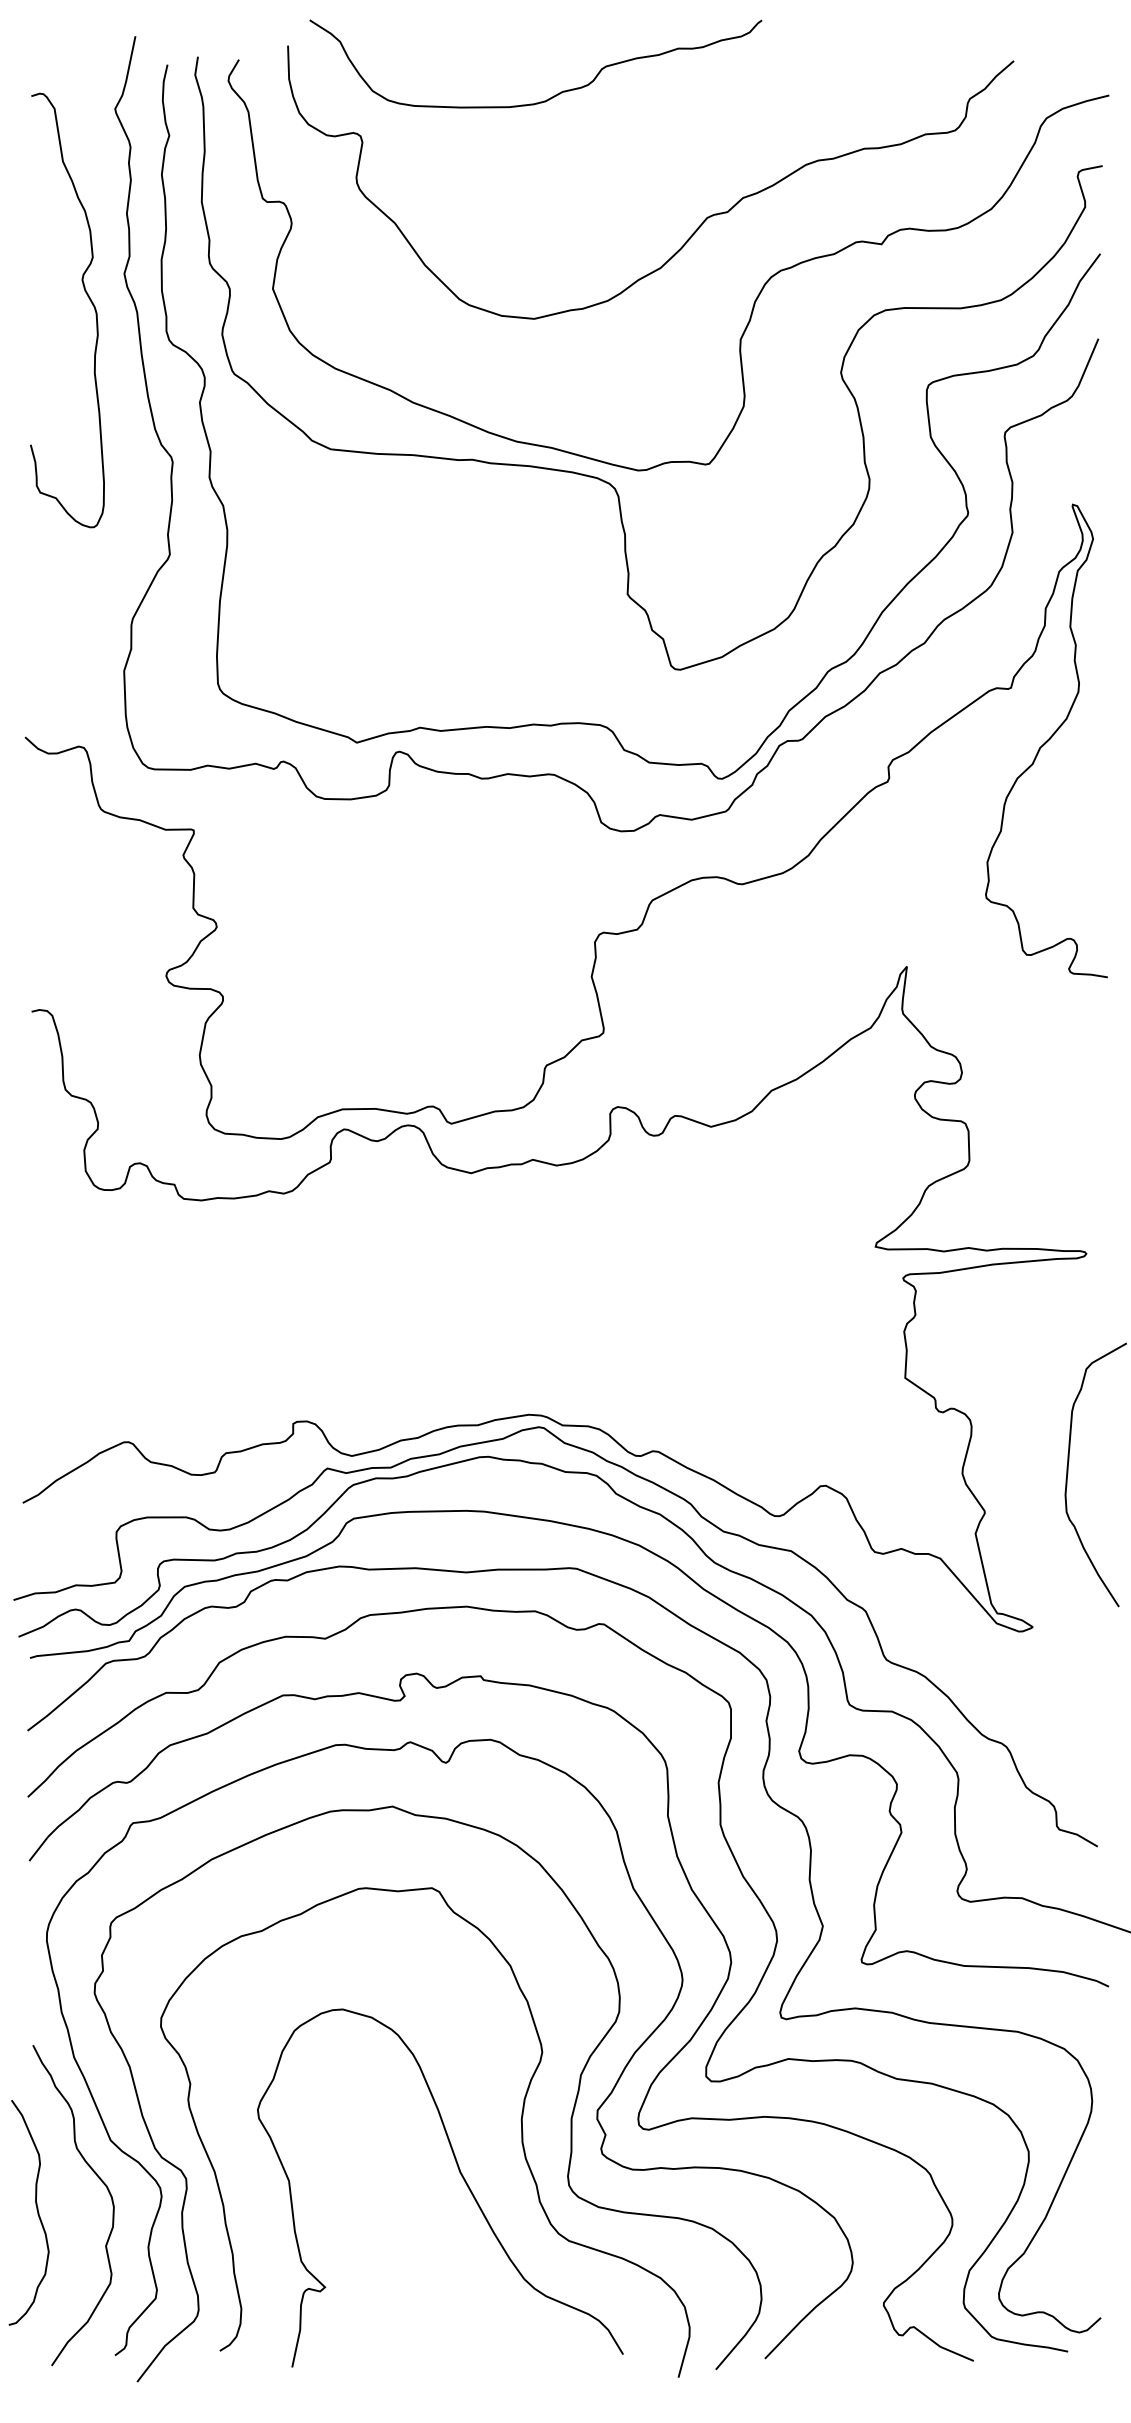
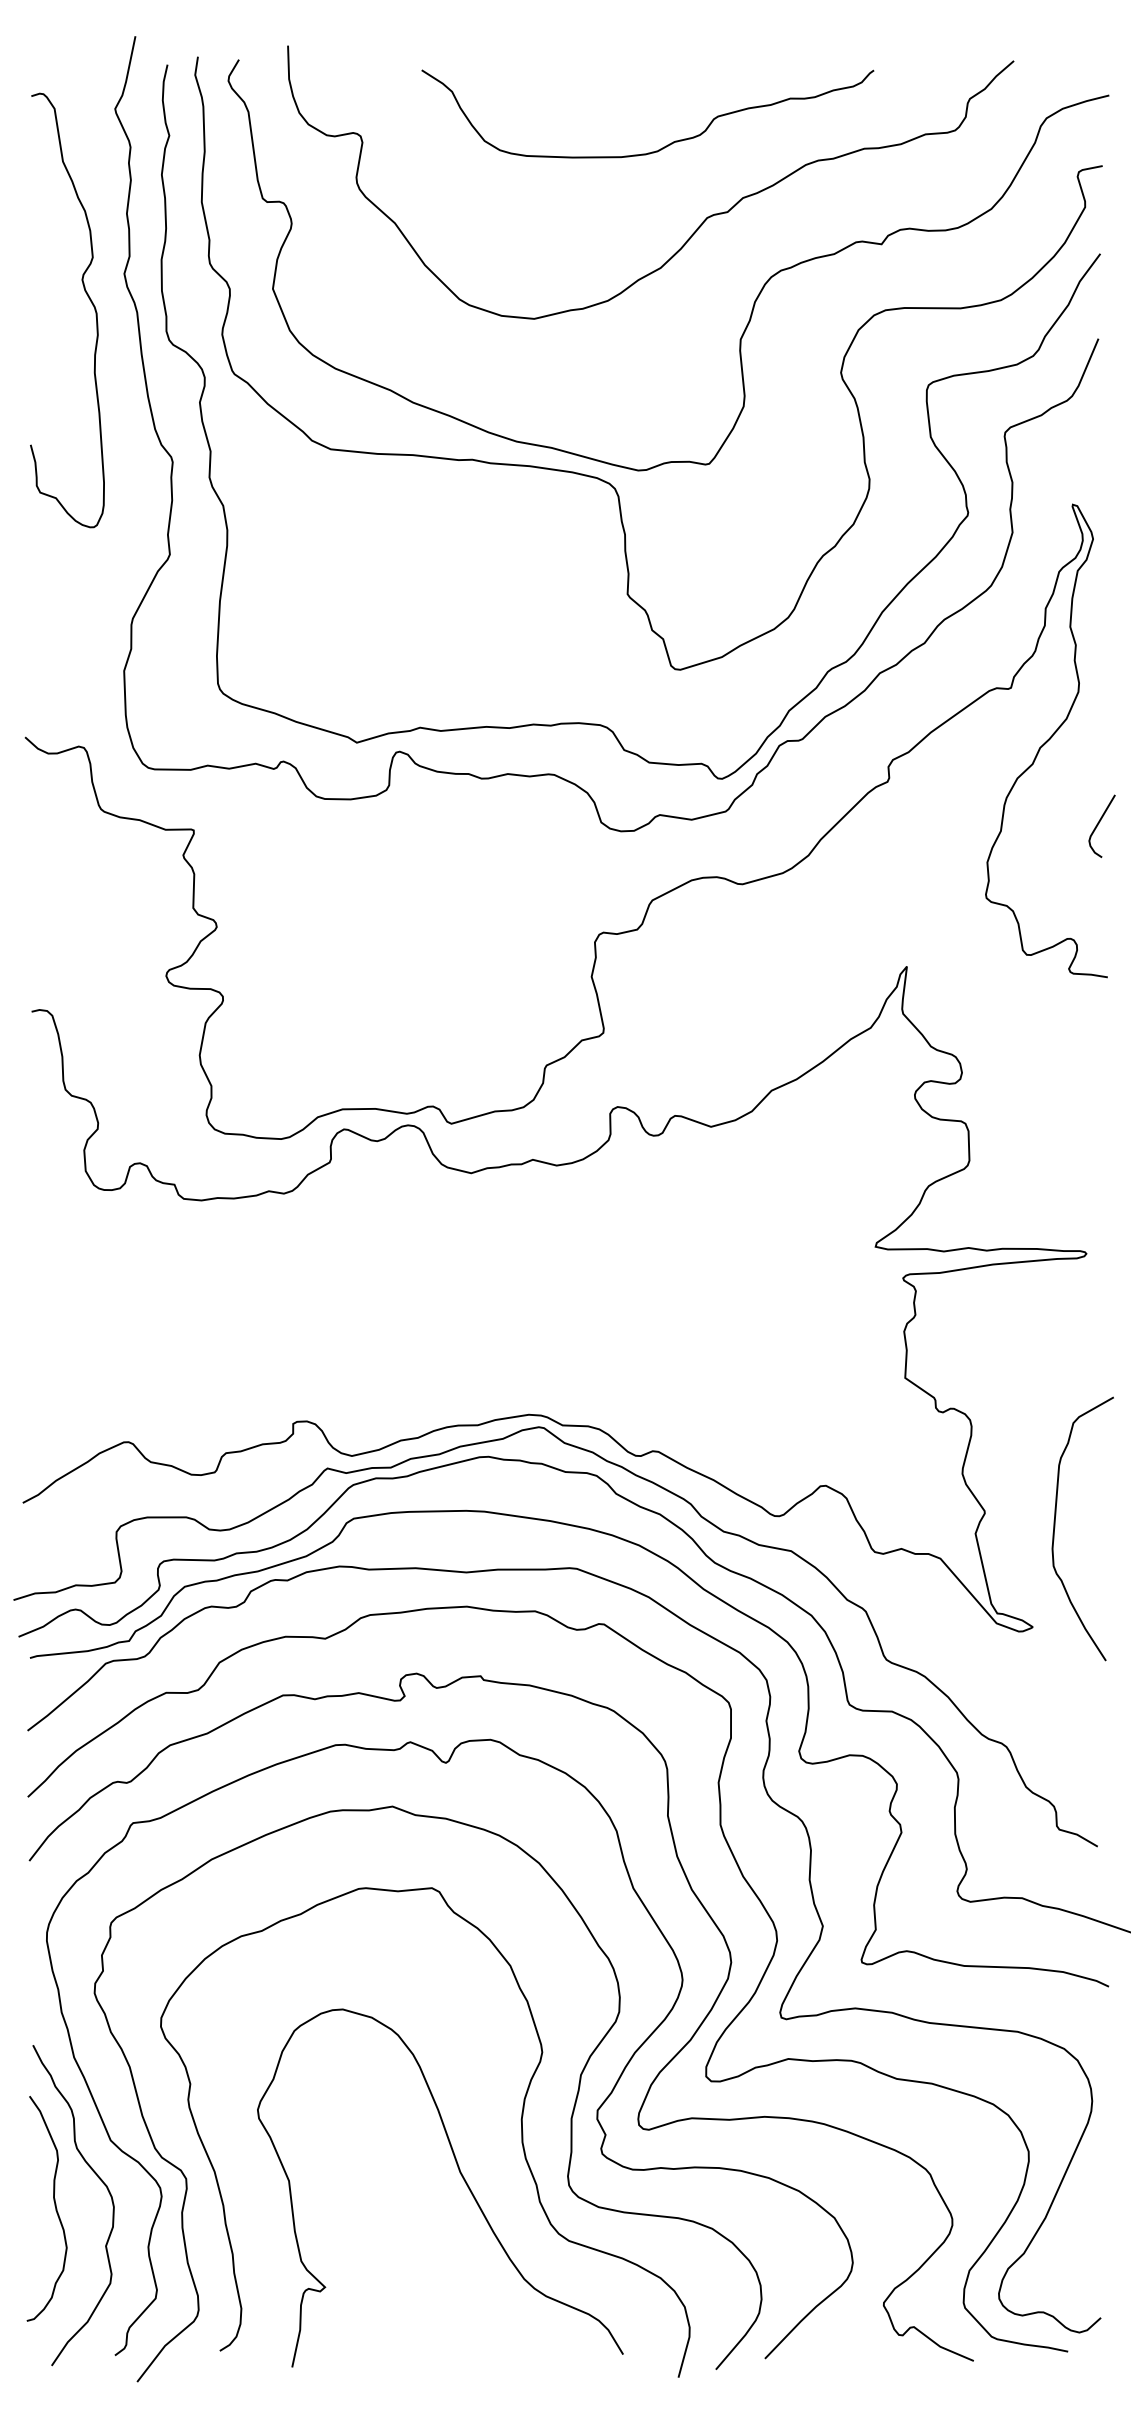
curve at (553, 95) position: (553, 95) -> (665, 145)
curve at (1099, 823): none -> present
curve at (1068, 1473) position: (1068, 1473) -> (1055, 1527)
curve at (36, 2210) position: (36, 2210) -> (54, 2206)
